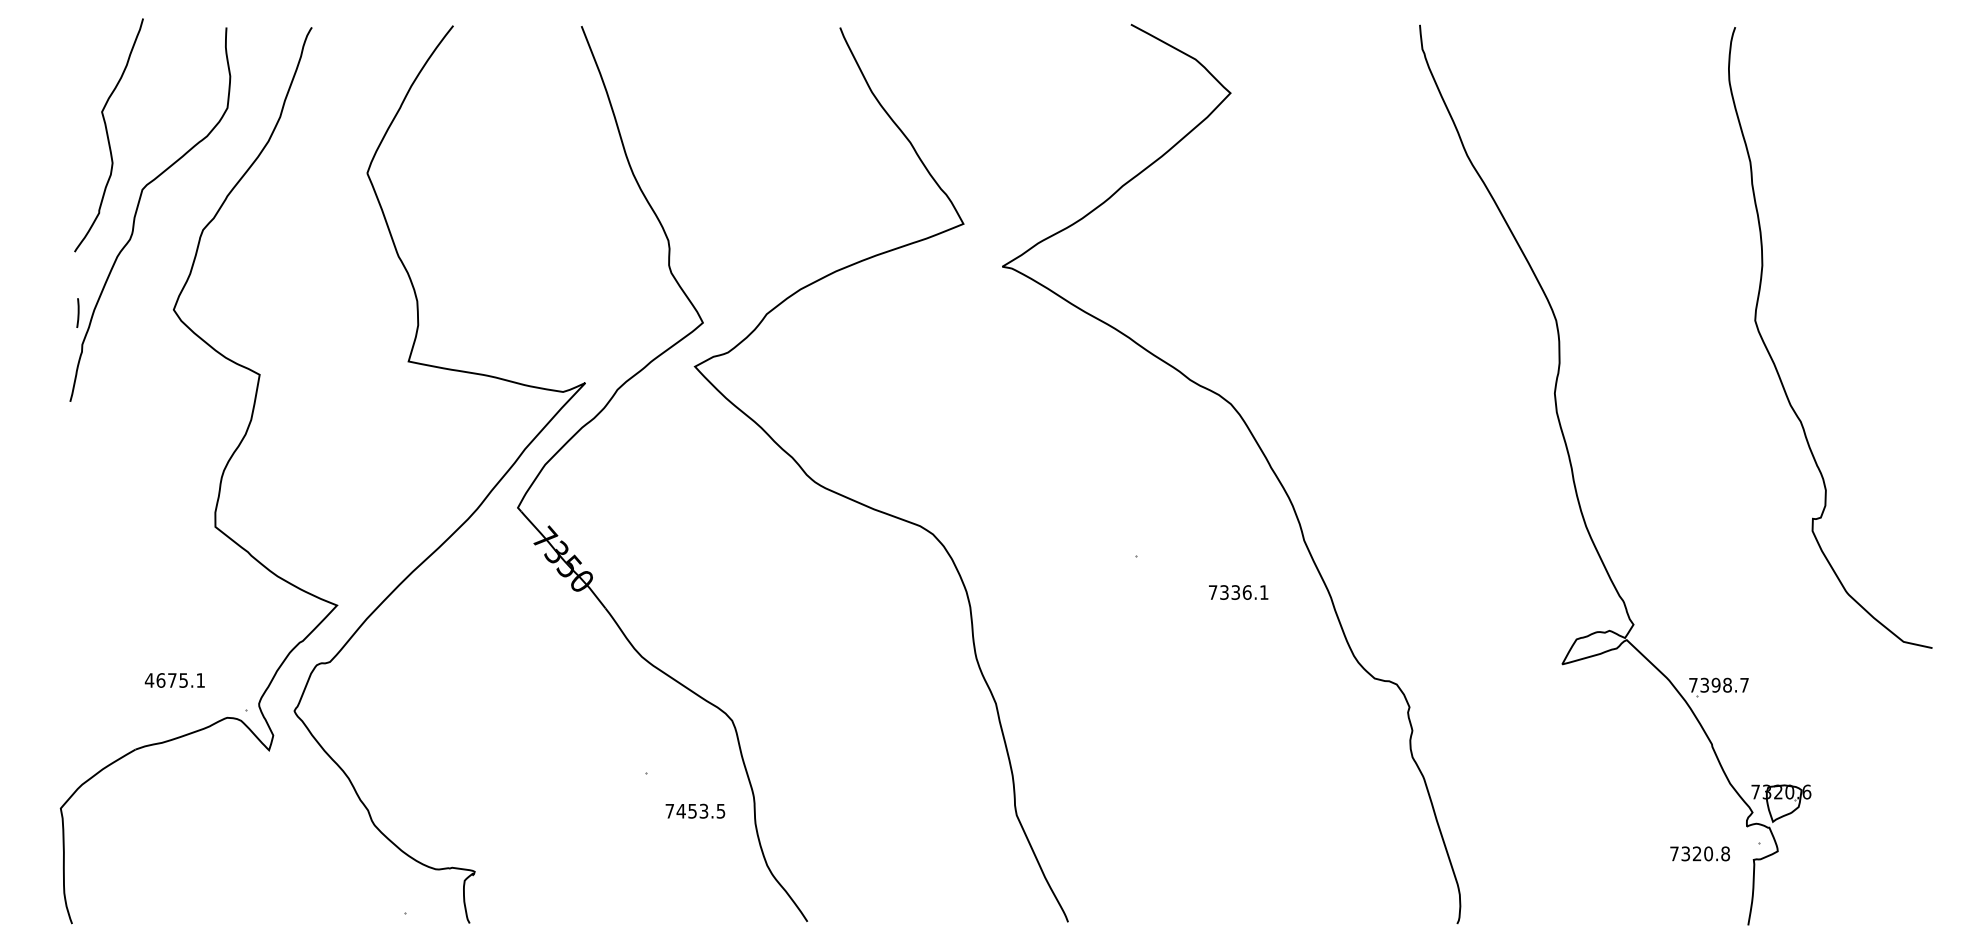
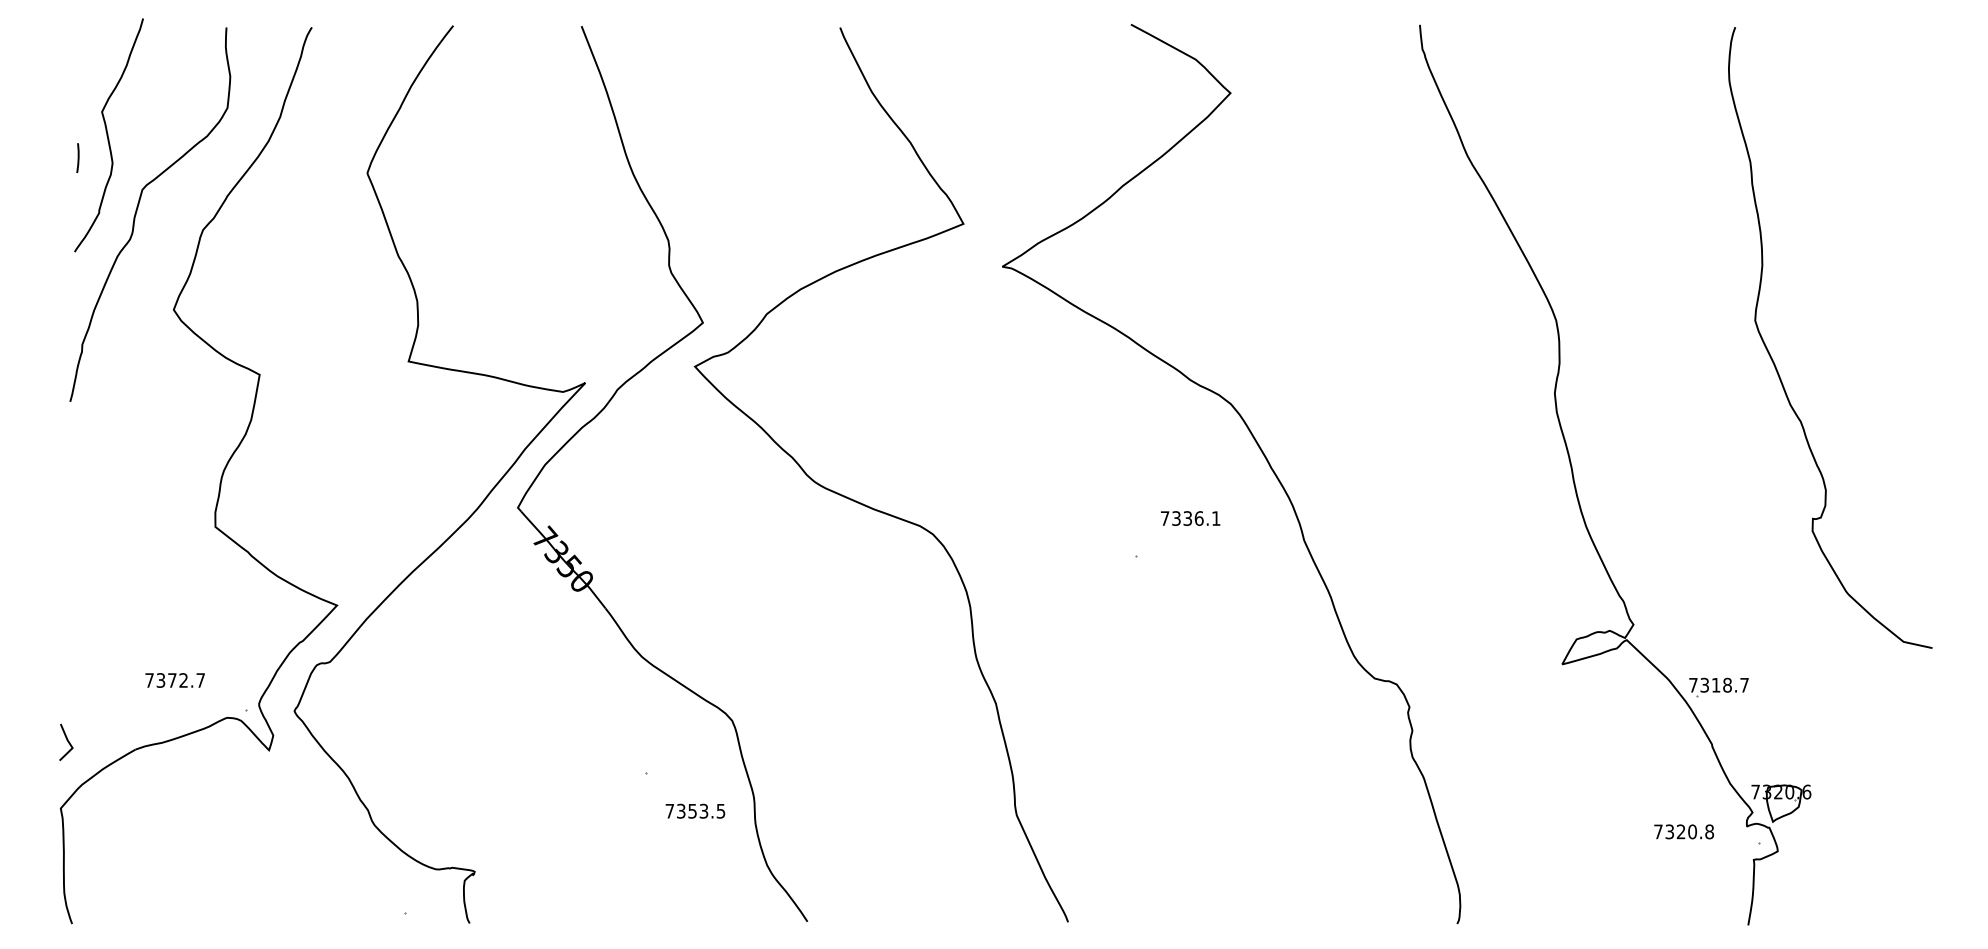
line at (77, 312) position: (77, 312) -> (77, 157)
text at (1238, 592) position: (1238, 592) -> (1190, 518)
text at (174, 680): 4675.1 -> 7372.7
text at (1715, 684): 7398.7 -> 7318.7
curve at (66, 740): none -> present
text at (680, 810): 7453.5 -> 7353.5
text at (1699, 853) position: (1699, 853) -> (1683, 831)
